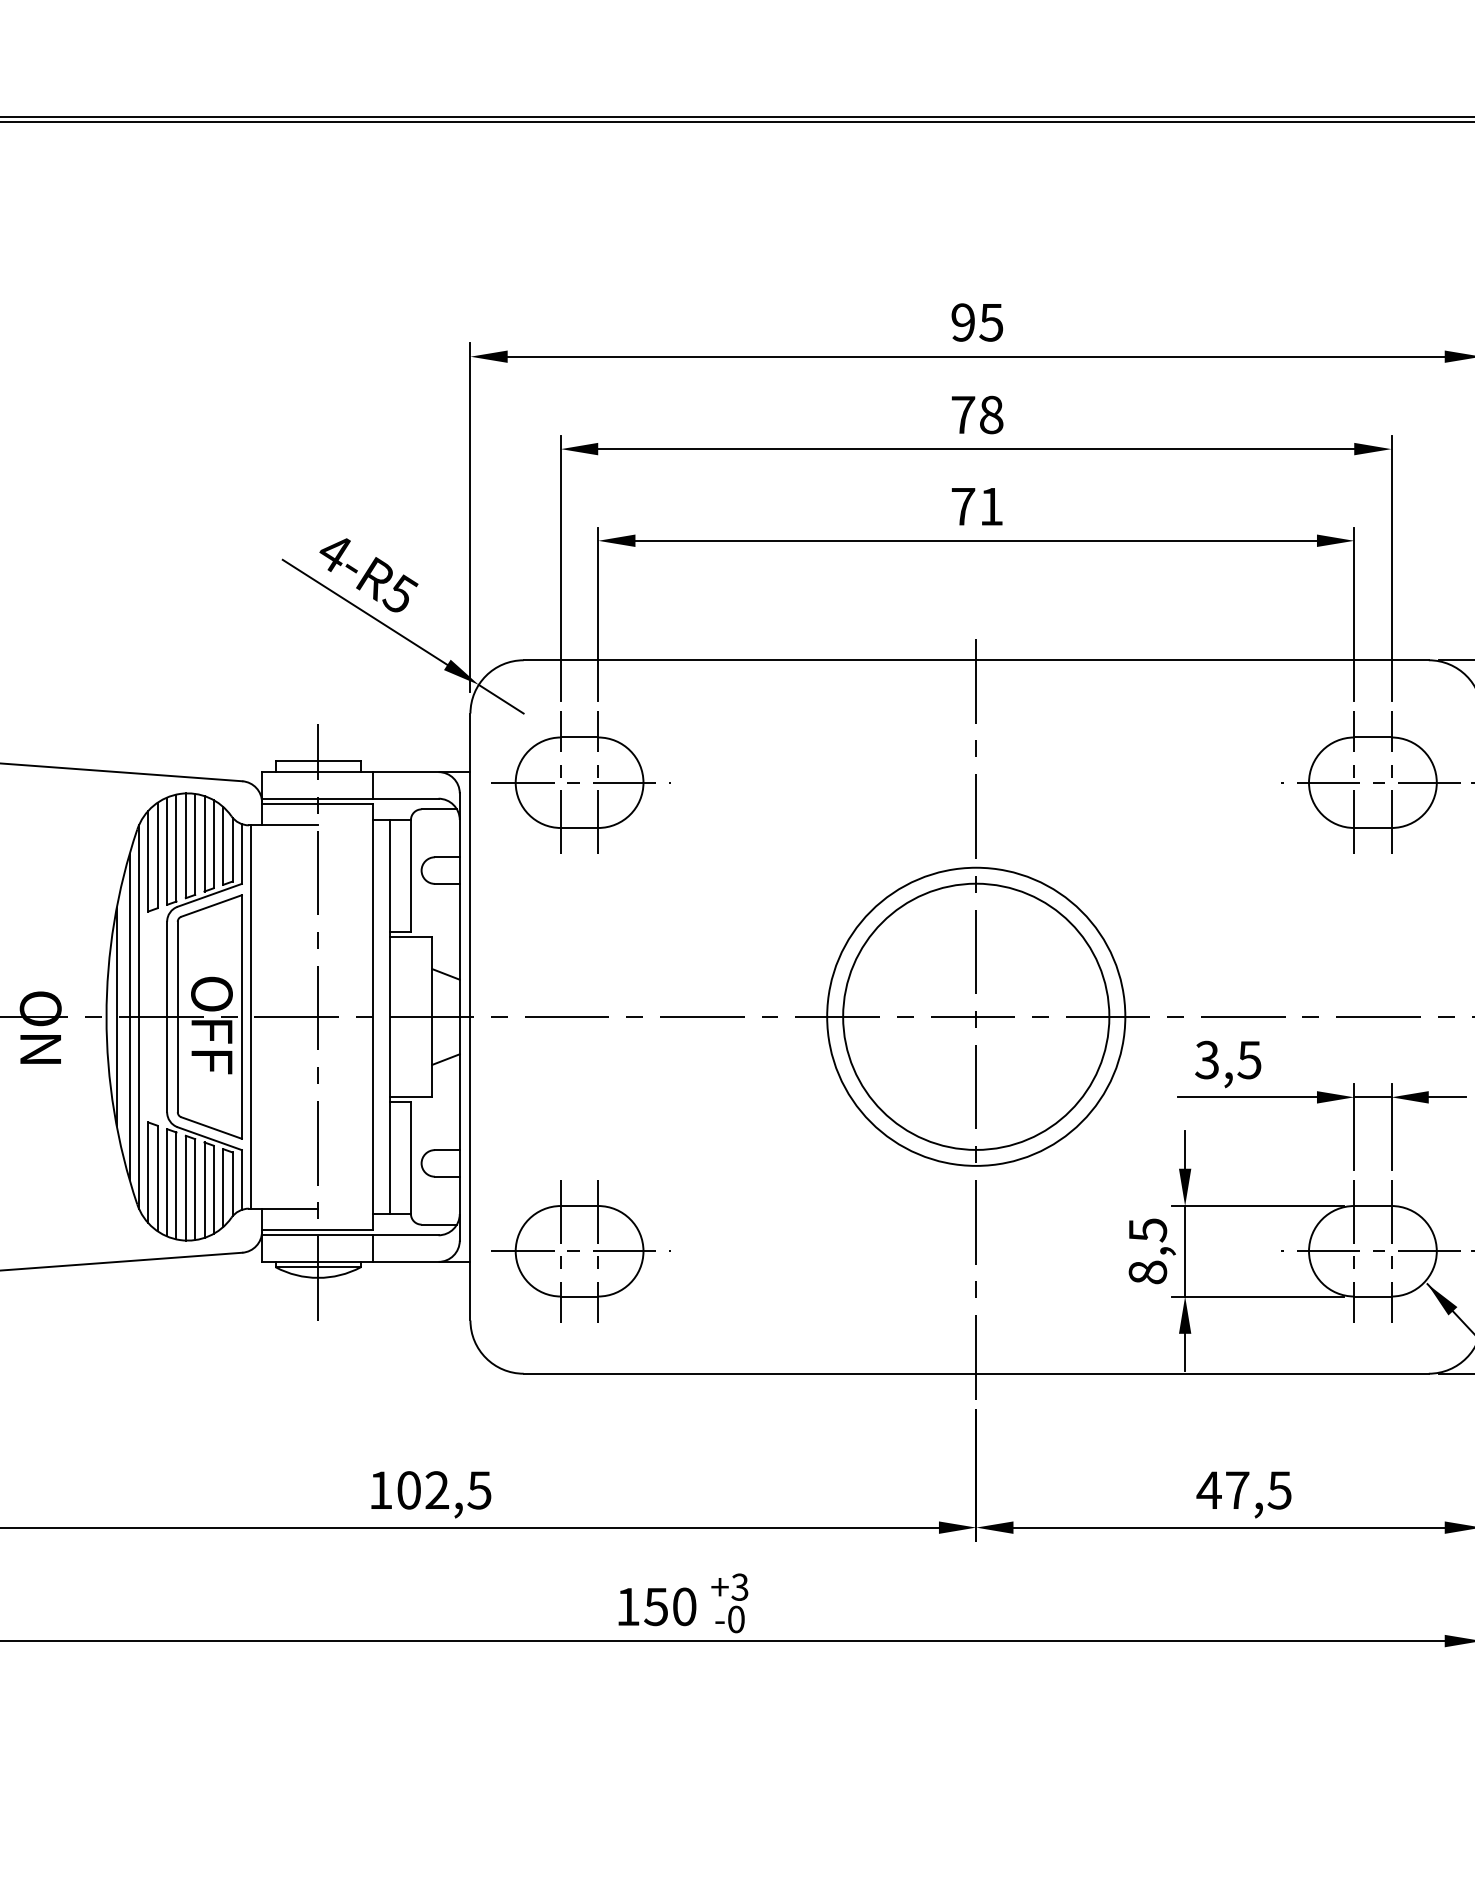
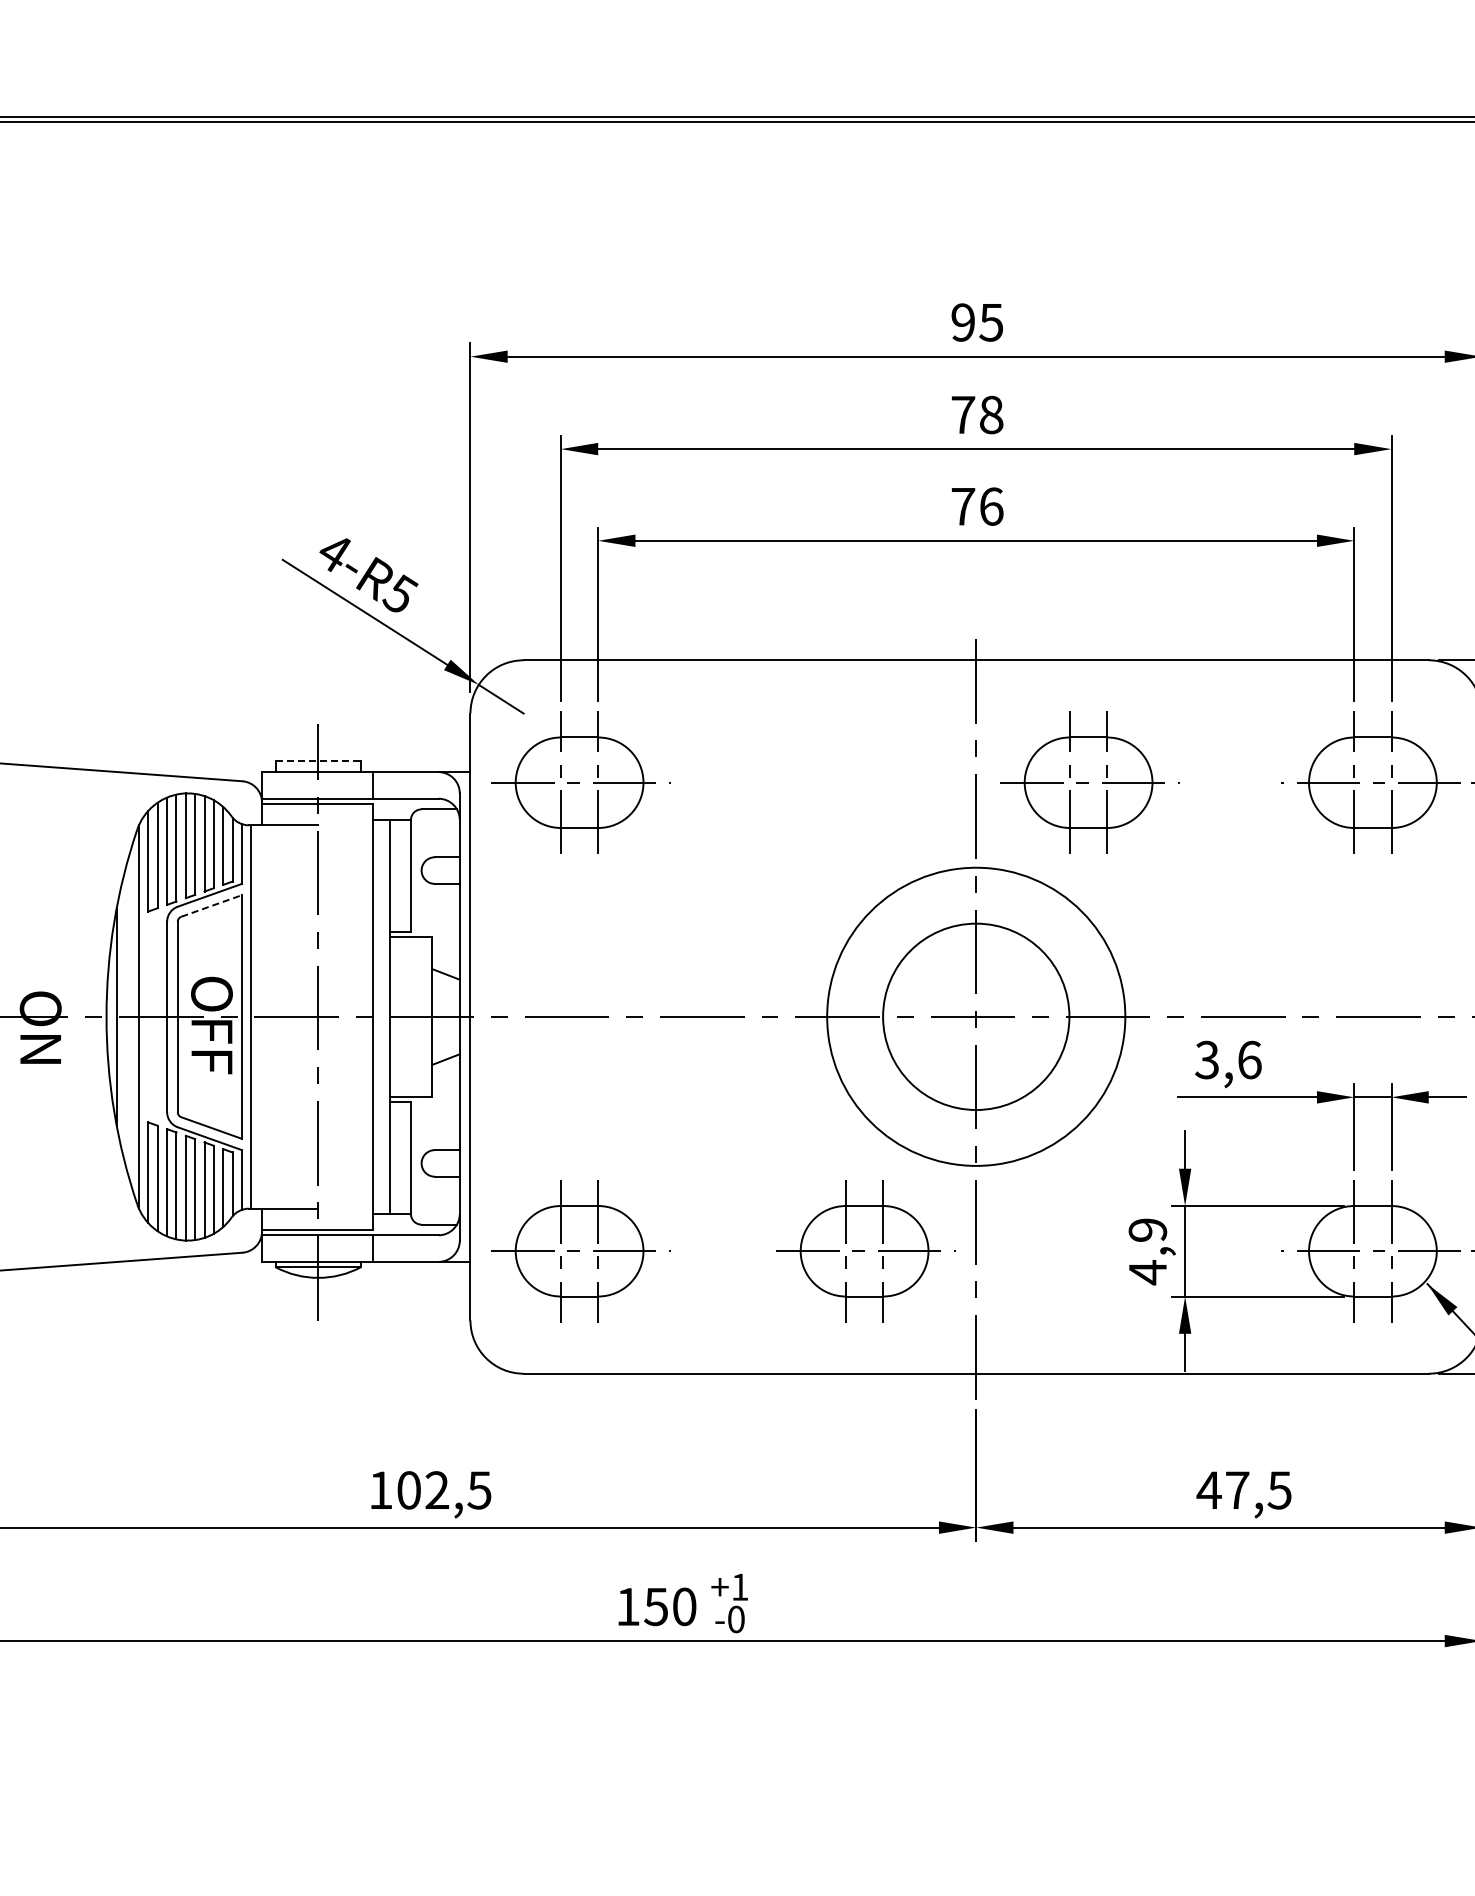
text at (991, 506): 71 -> 76
line at (318, 761): solid -> dashed
part at (1089, 782): none -> present
line at (212, 905): solid -> dashed
line at (129, 1016): present -> none
circle at (976, 1016) diameter: 266 px -> 186 px
text at (1249, 1059): 3,5 -> 3,6
part at (865, 1251): none -> present
text at (1147, 1251): 8,5 -> 4,9
text at (739, 1586): +3 -> +1
